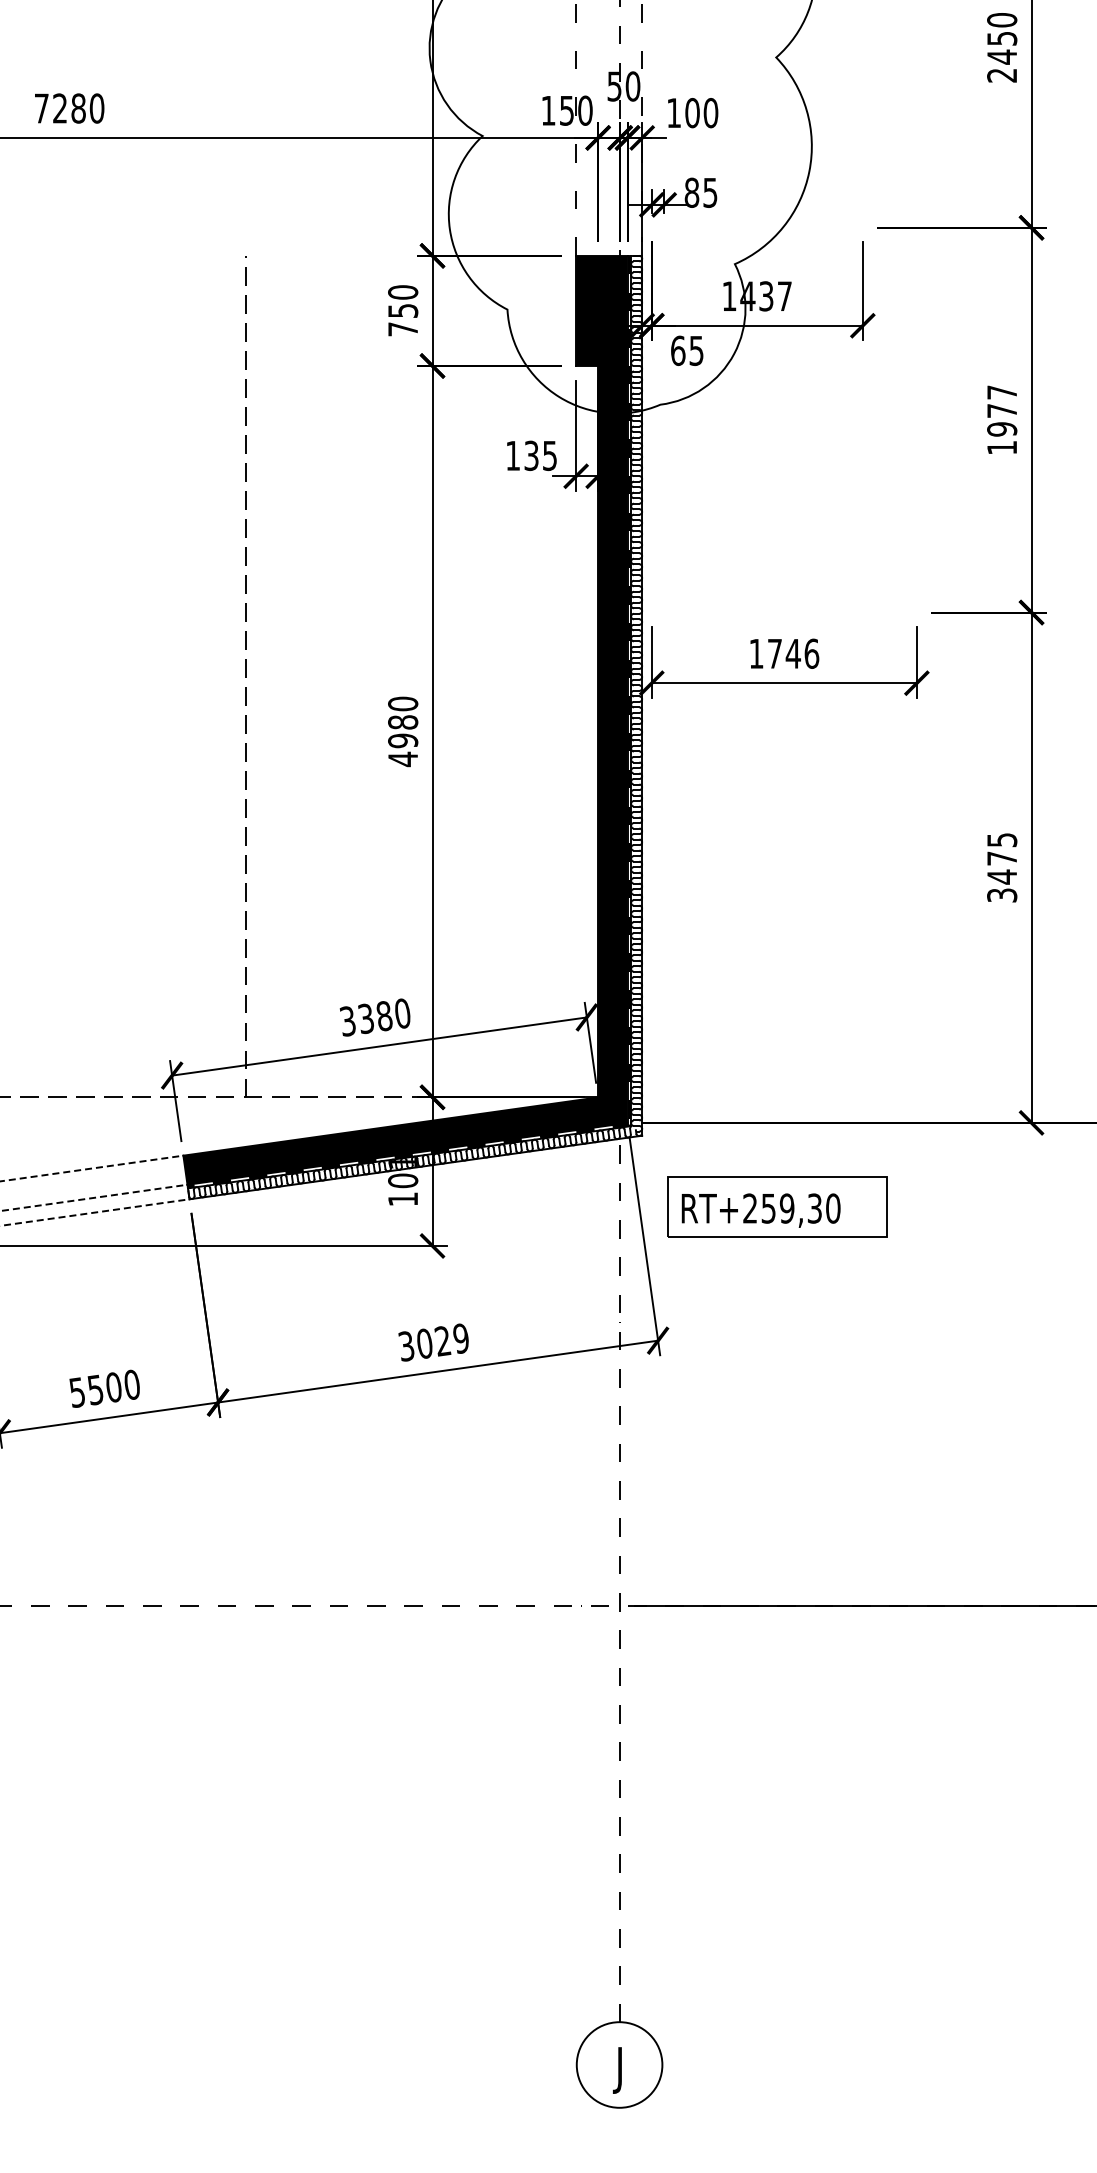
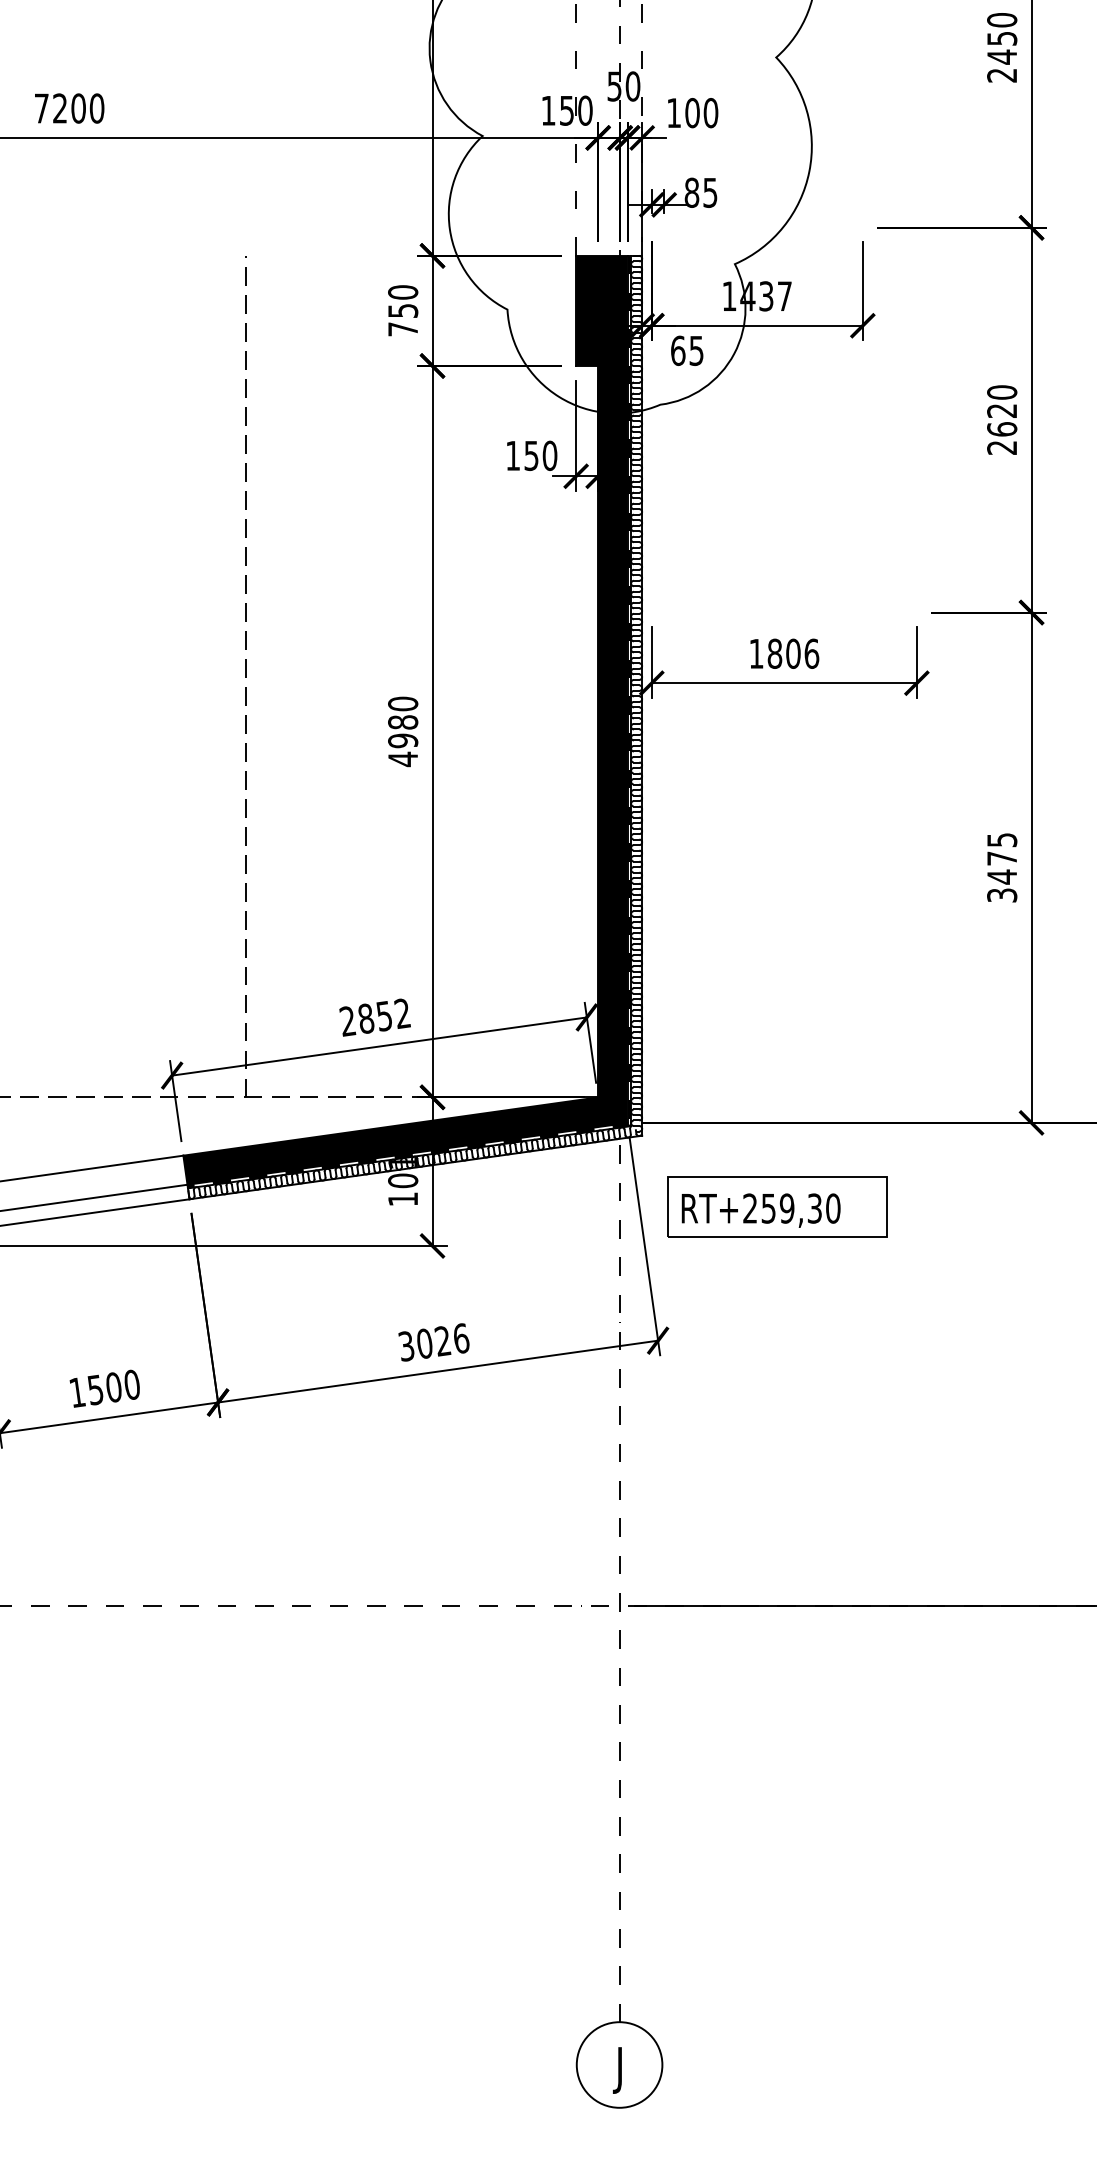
text at (78, 108): 7280 -> 7200
text at (1002, 419): 1977 -> 2620
text at (541, 455): 135 -> 150
text at (783, 653): 1746 -> 1806
text at (374, 1017): 3380 -> 2852
line at (92, 1168): dashed -> solid
line at (94, 1197): dashed -> solid
line at (94, 1212): dashed -> solid
text at (461, 1338): 3029 -> 3026
text at (77, 1392): 5500 -> 1500
